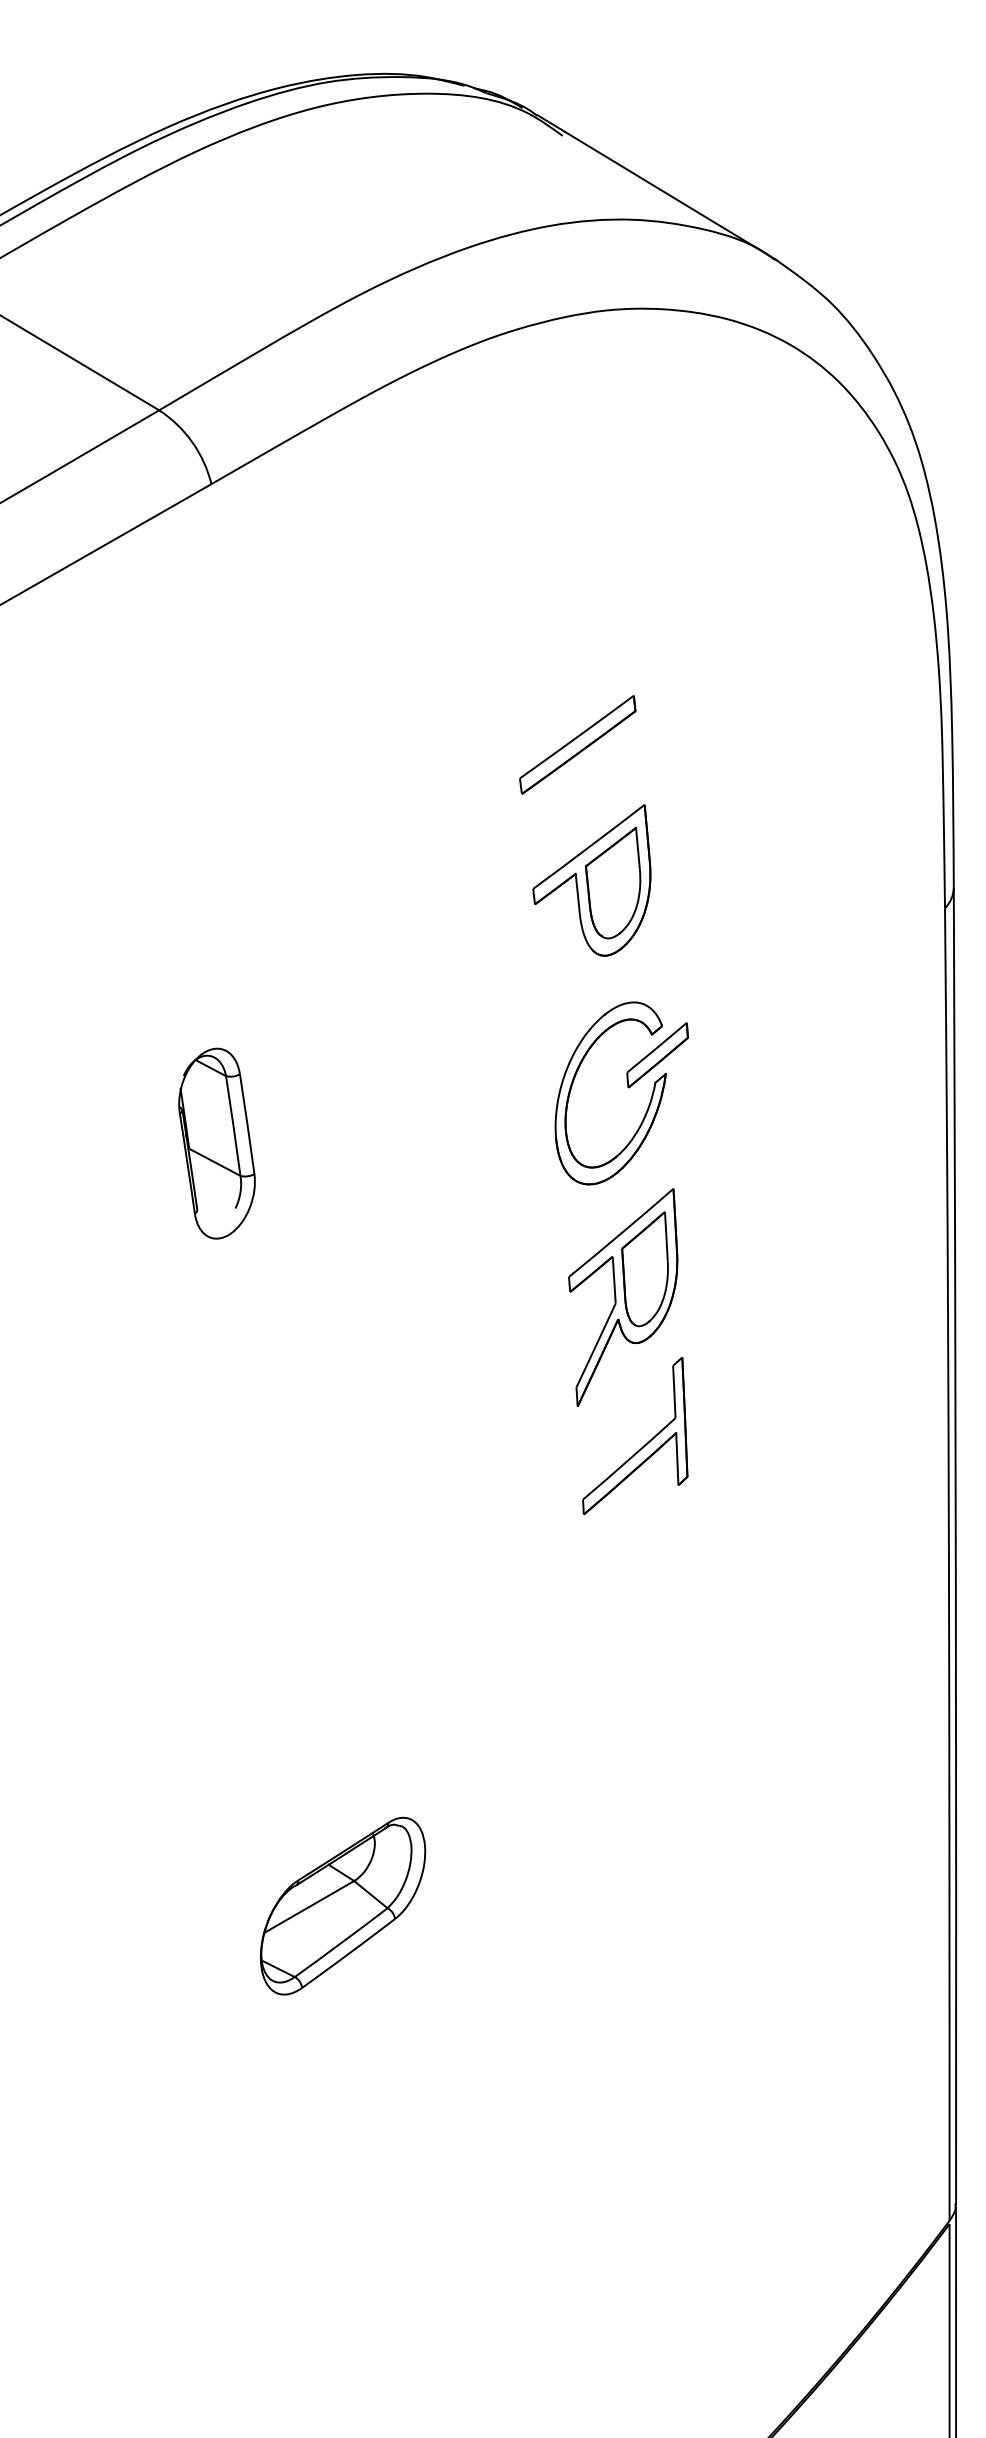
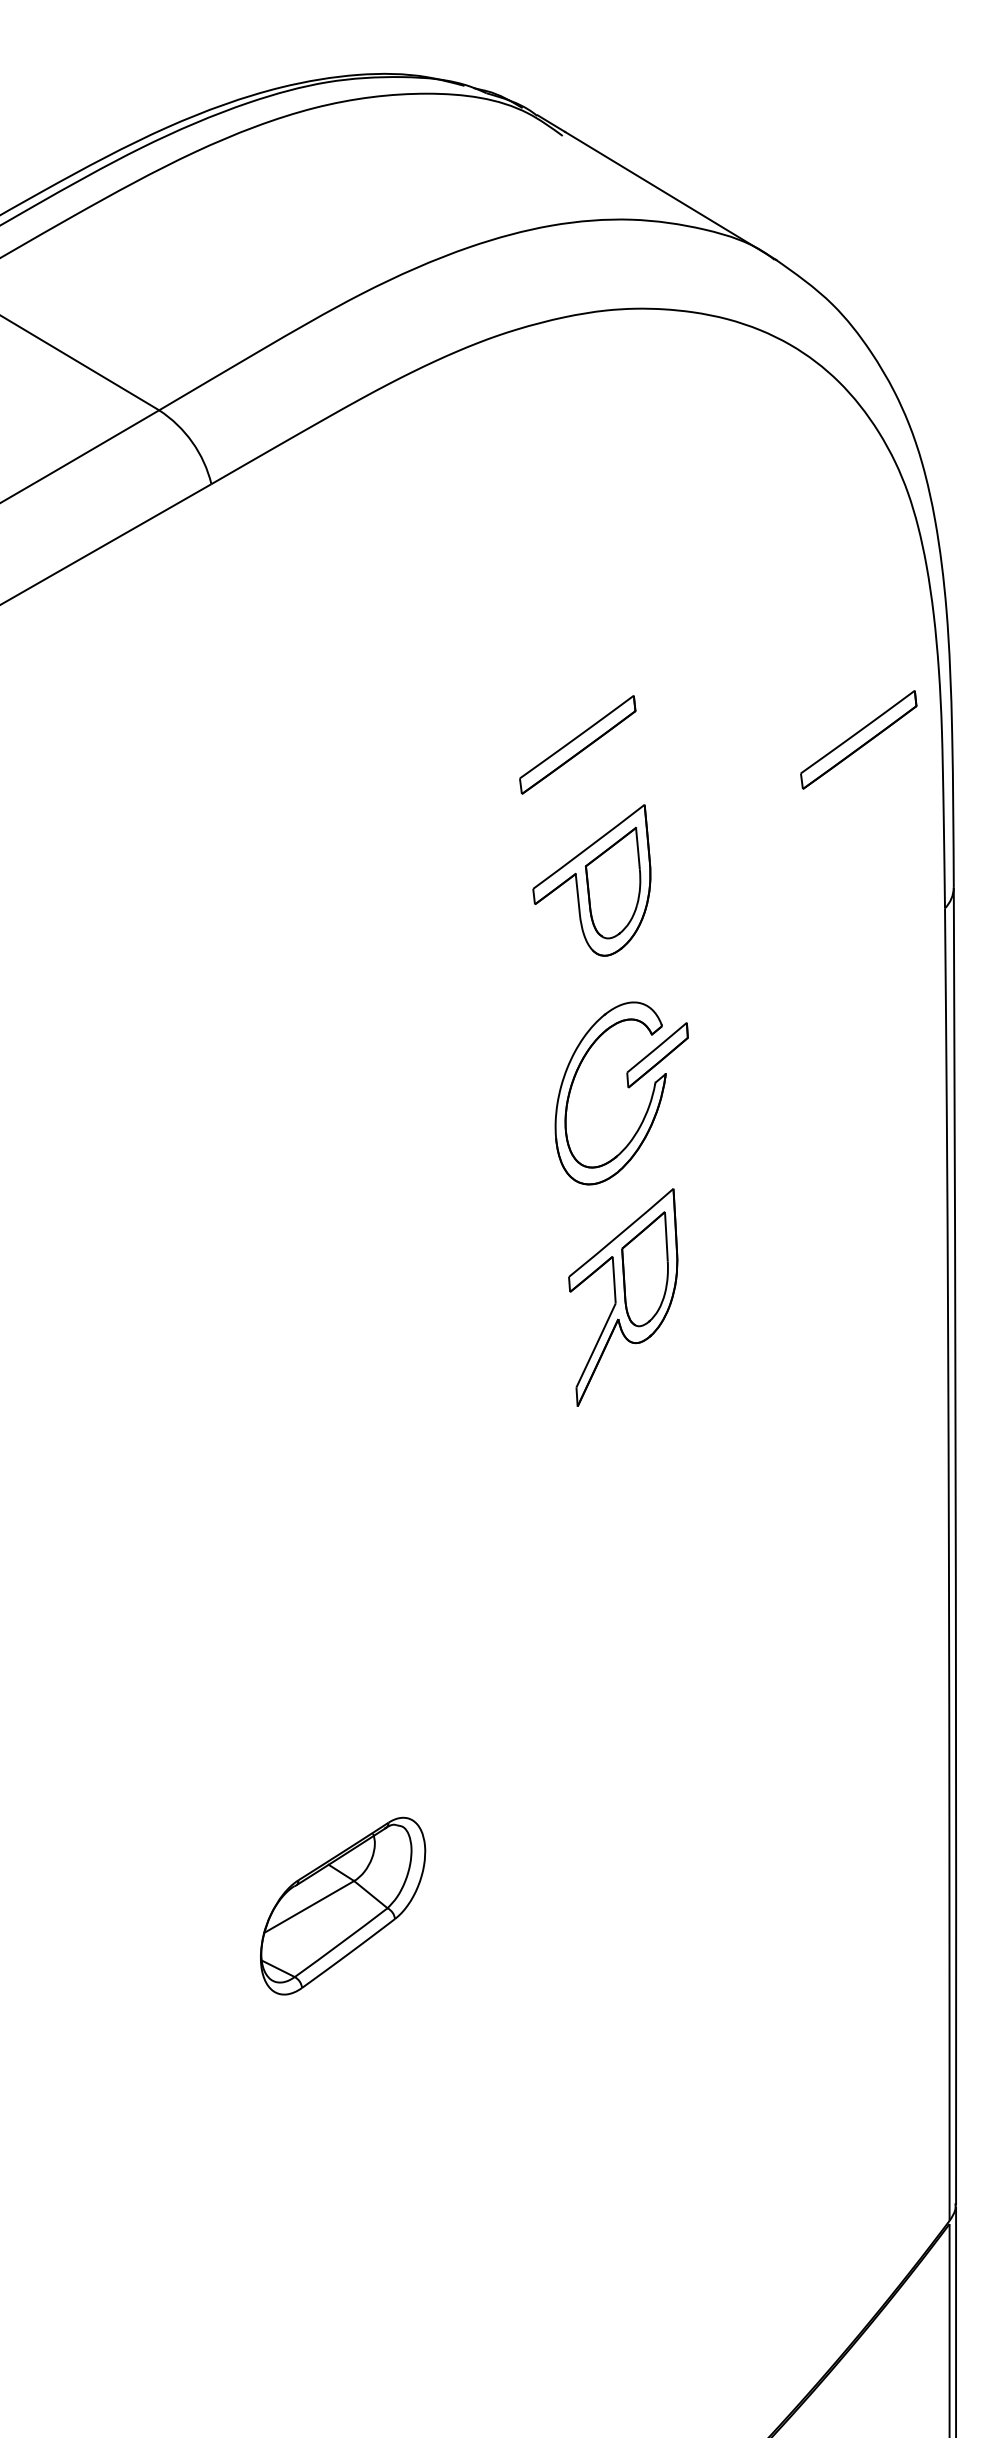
part at (858, 739): none -> present
part at (216, 1143): present -> none
part at (644, 1444): present -> none
